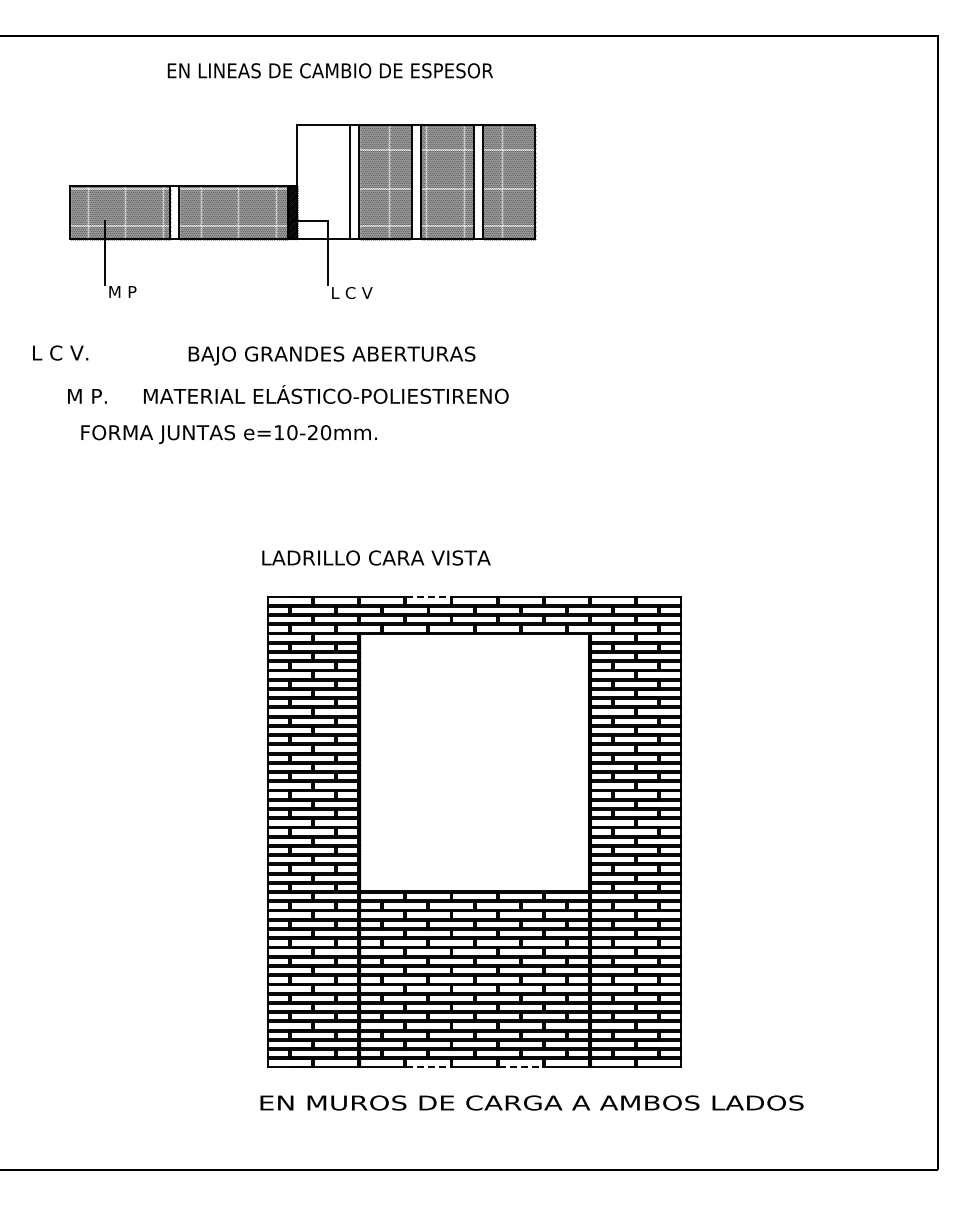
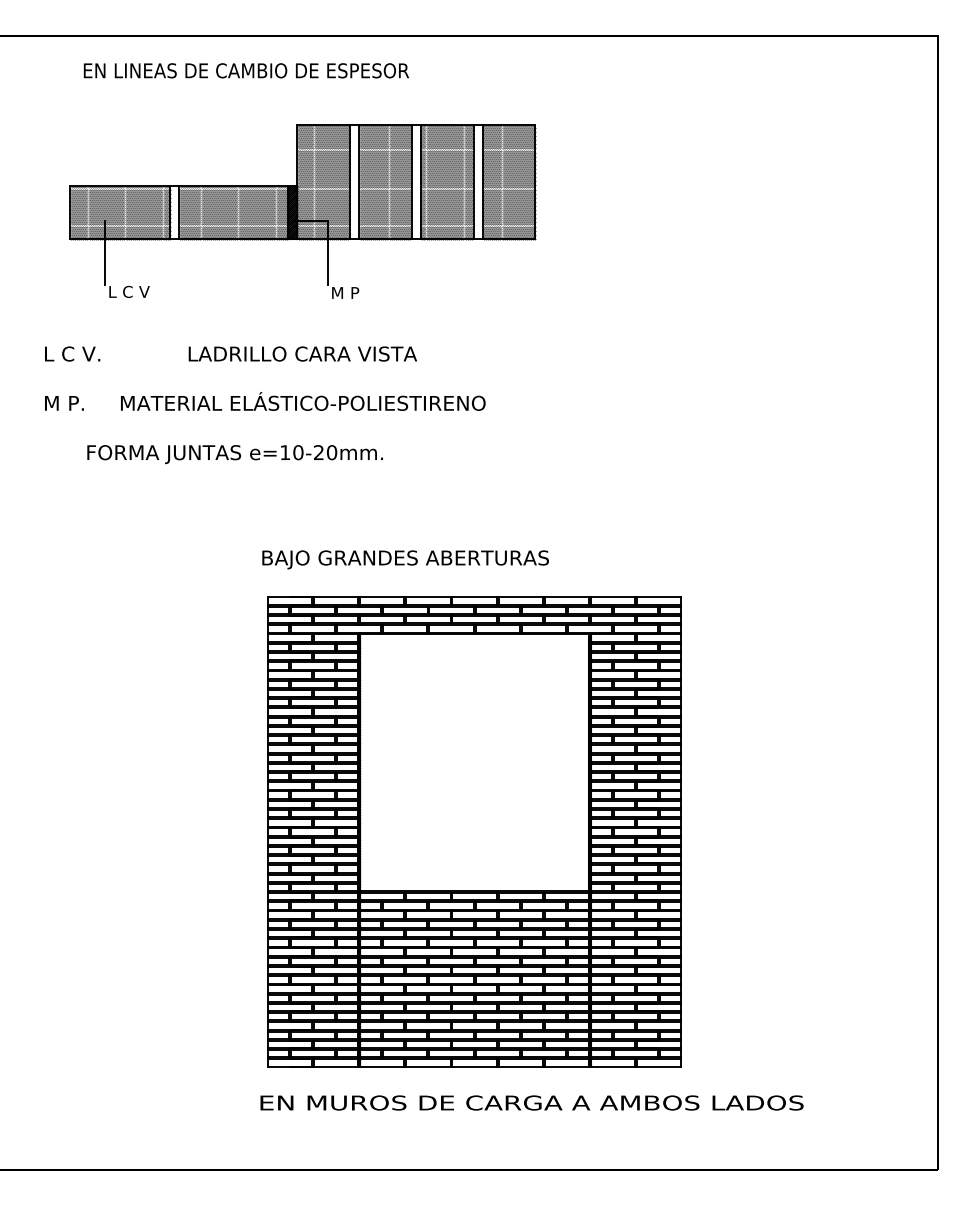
text at (329, 70) position: (329, 70) -> (245, 70)
hatch at (323, 181): none -> present
text at (130, 291): M P -> L C V
text at (352, 292): L C V -> M P
text at (60, 352) position: (60, 352) -> (72, 353)
text at (332, 355): BAJO GRANDES ABERTURAS -> LADRILLO CARA VISTA
text at (288, 394) position: (288, 394) -> (265, 401)
text at (228, 434) position: (228, 434) -> (234, 454)
text at (406, 559): LADRILLO CARA VISTA -> BAJO GRANDES ABERTURAS
line at (428, 597): dashed -> solid
line at (428, 1066): dashed -> solid
line at (521, 1066): dashed -> solid
